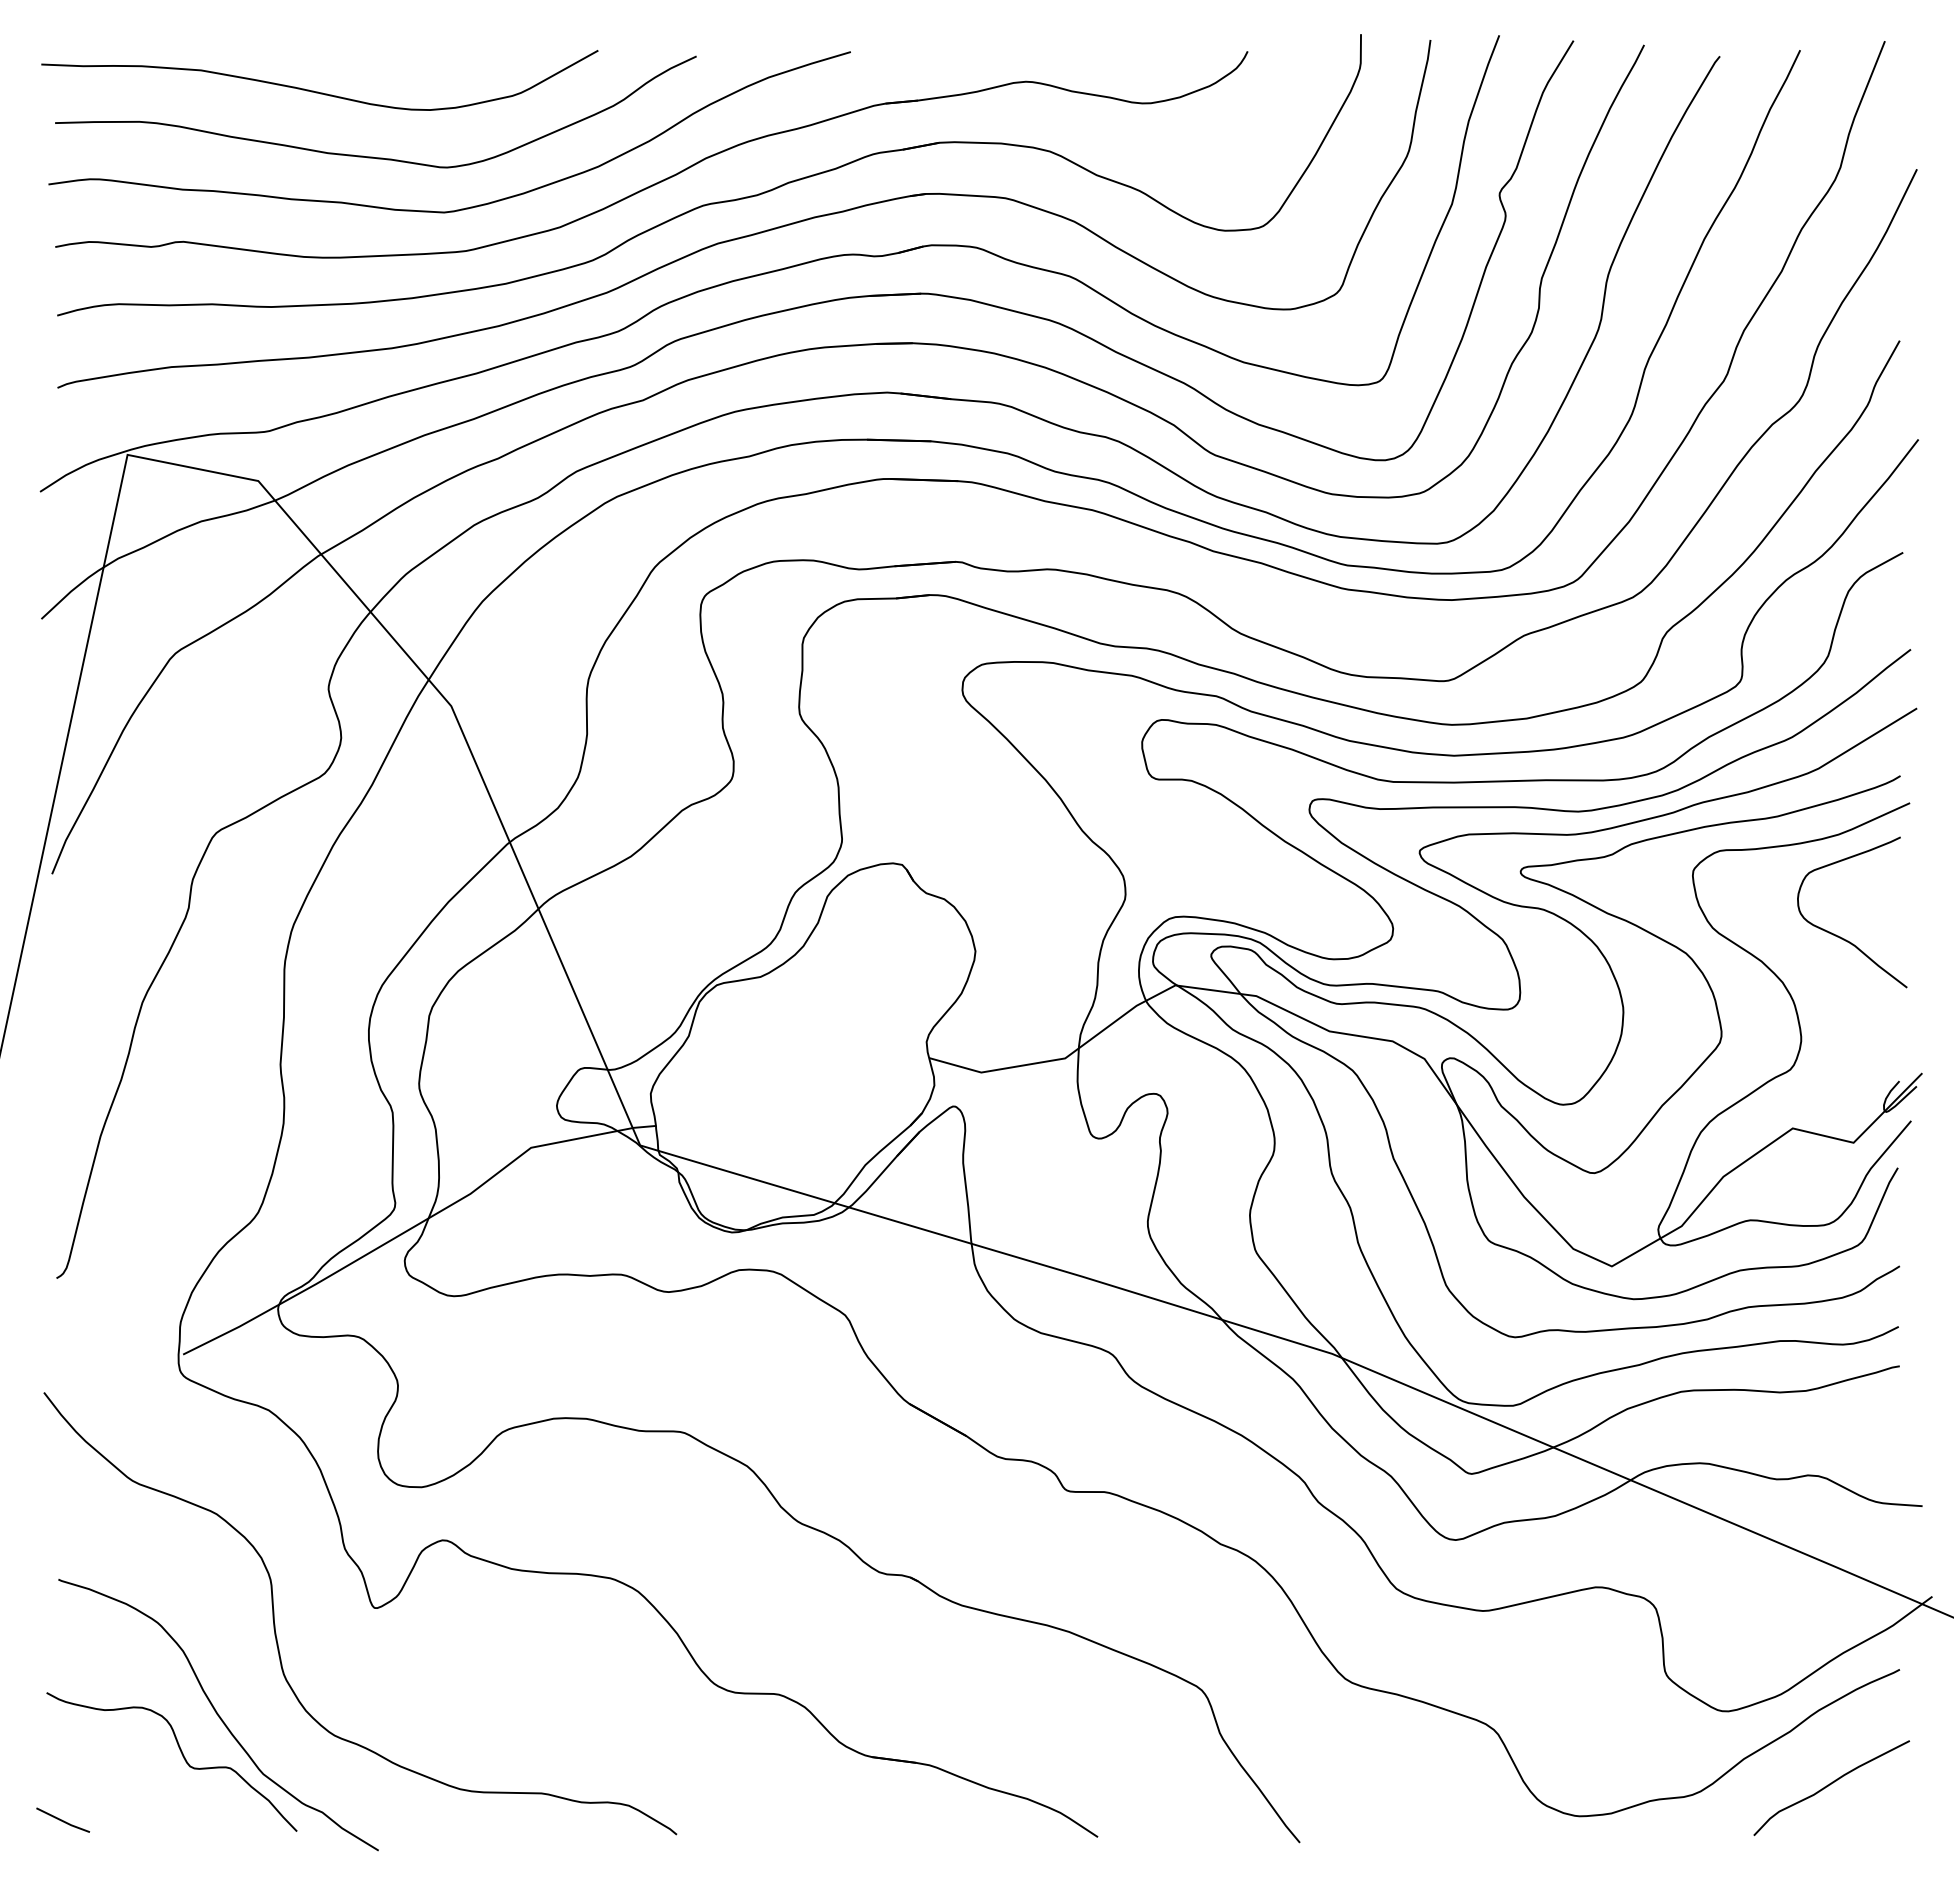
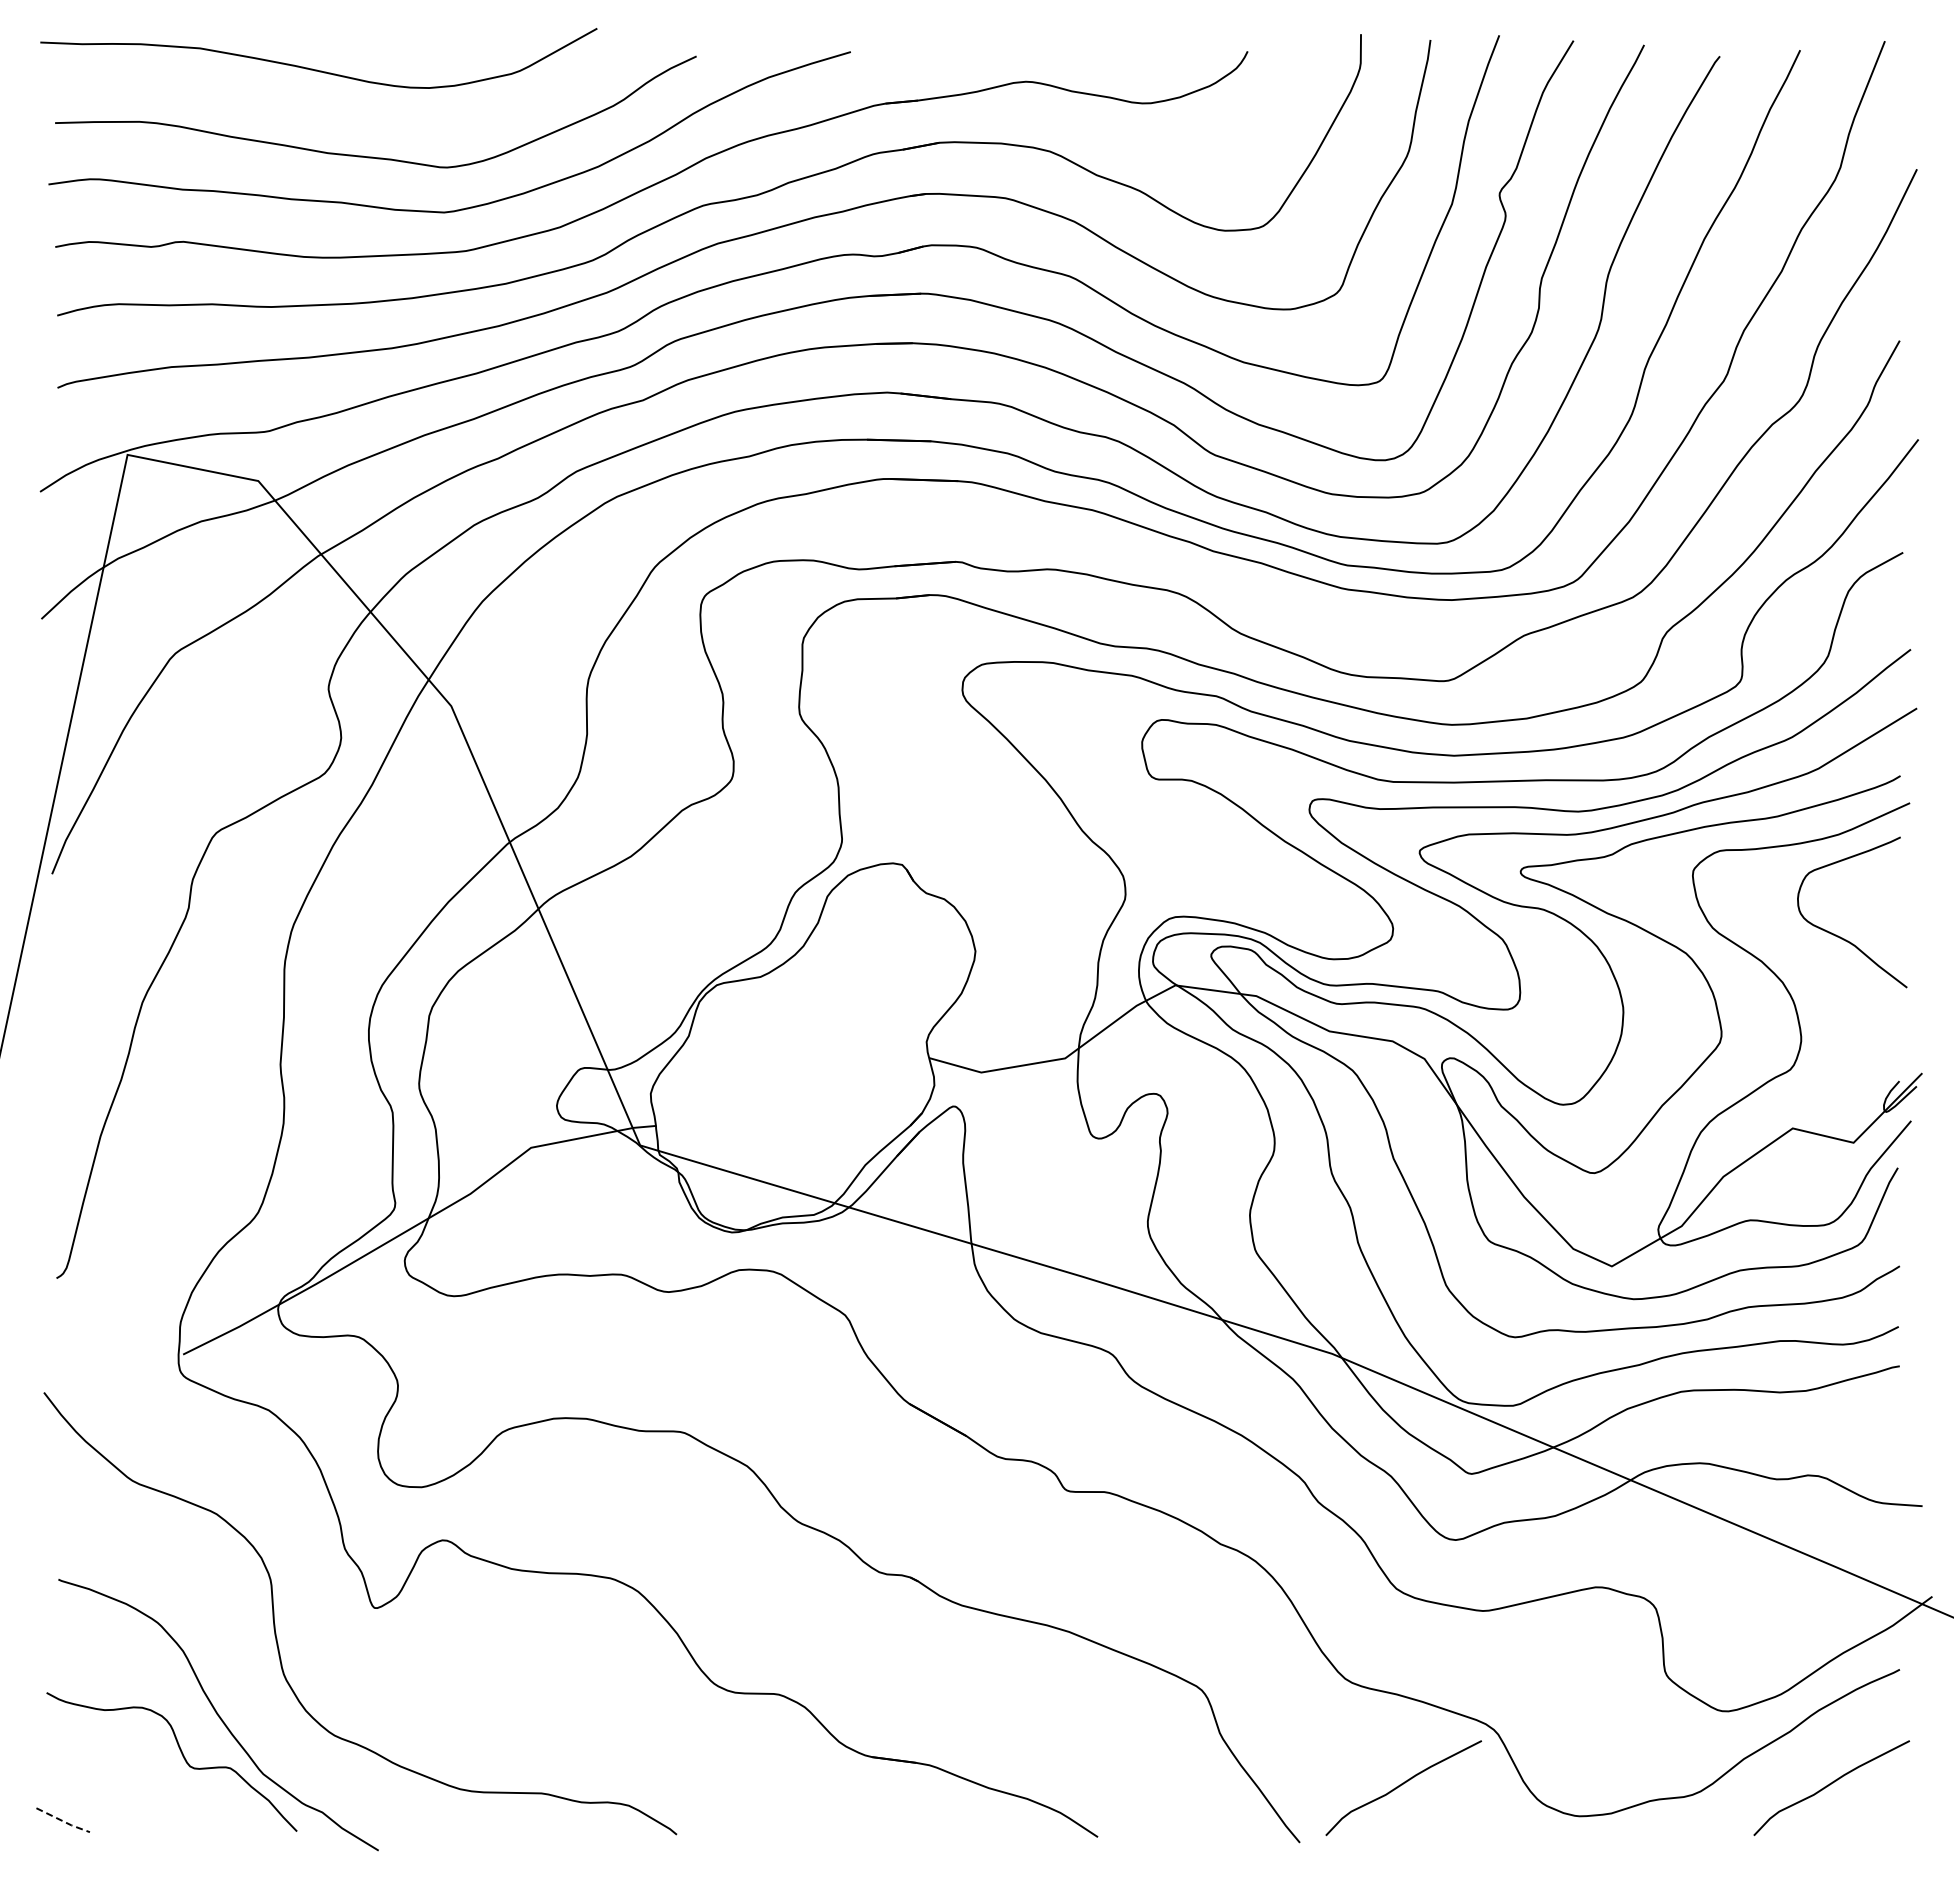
curve at (318, 91) position: (318, 91) -> (317, 69)
curve at (1402, 1785): none -> present
line at (63, 1821): solid -> dashed
